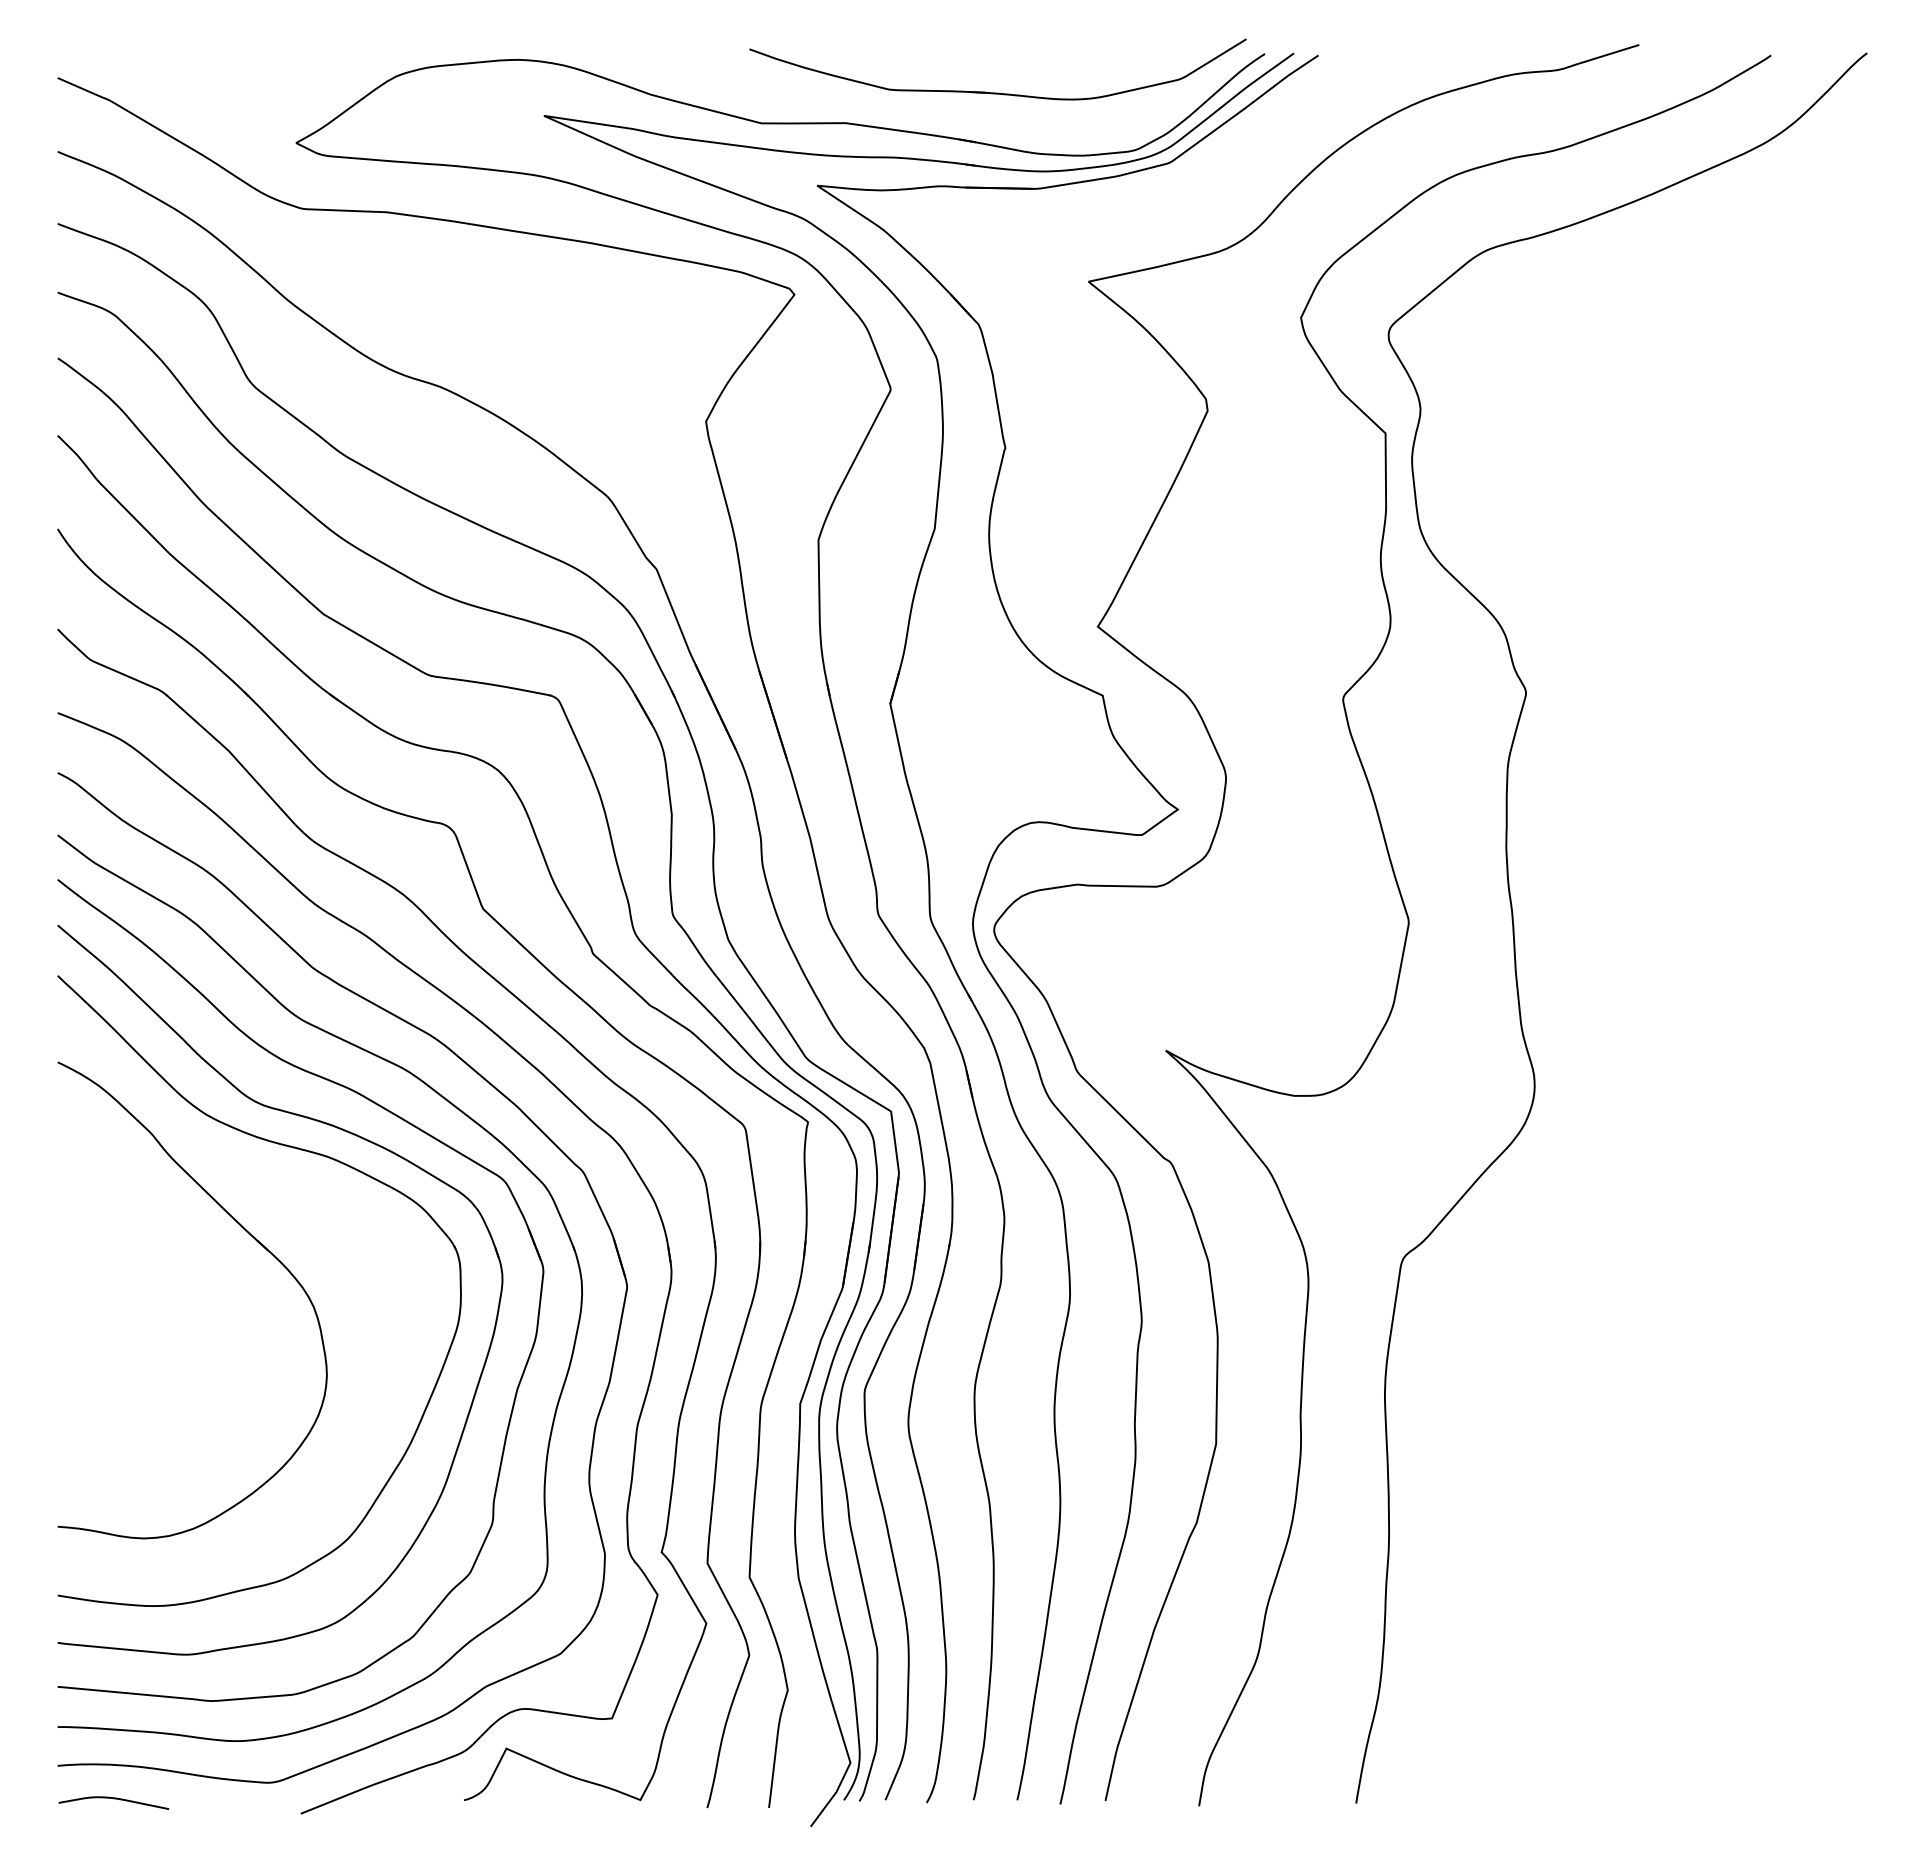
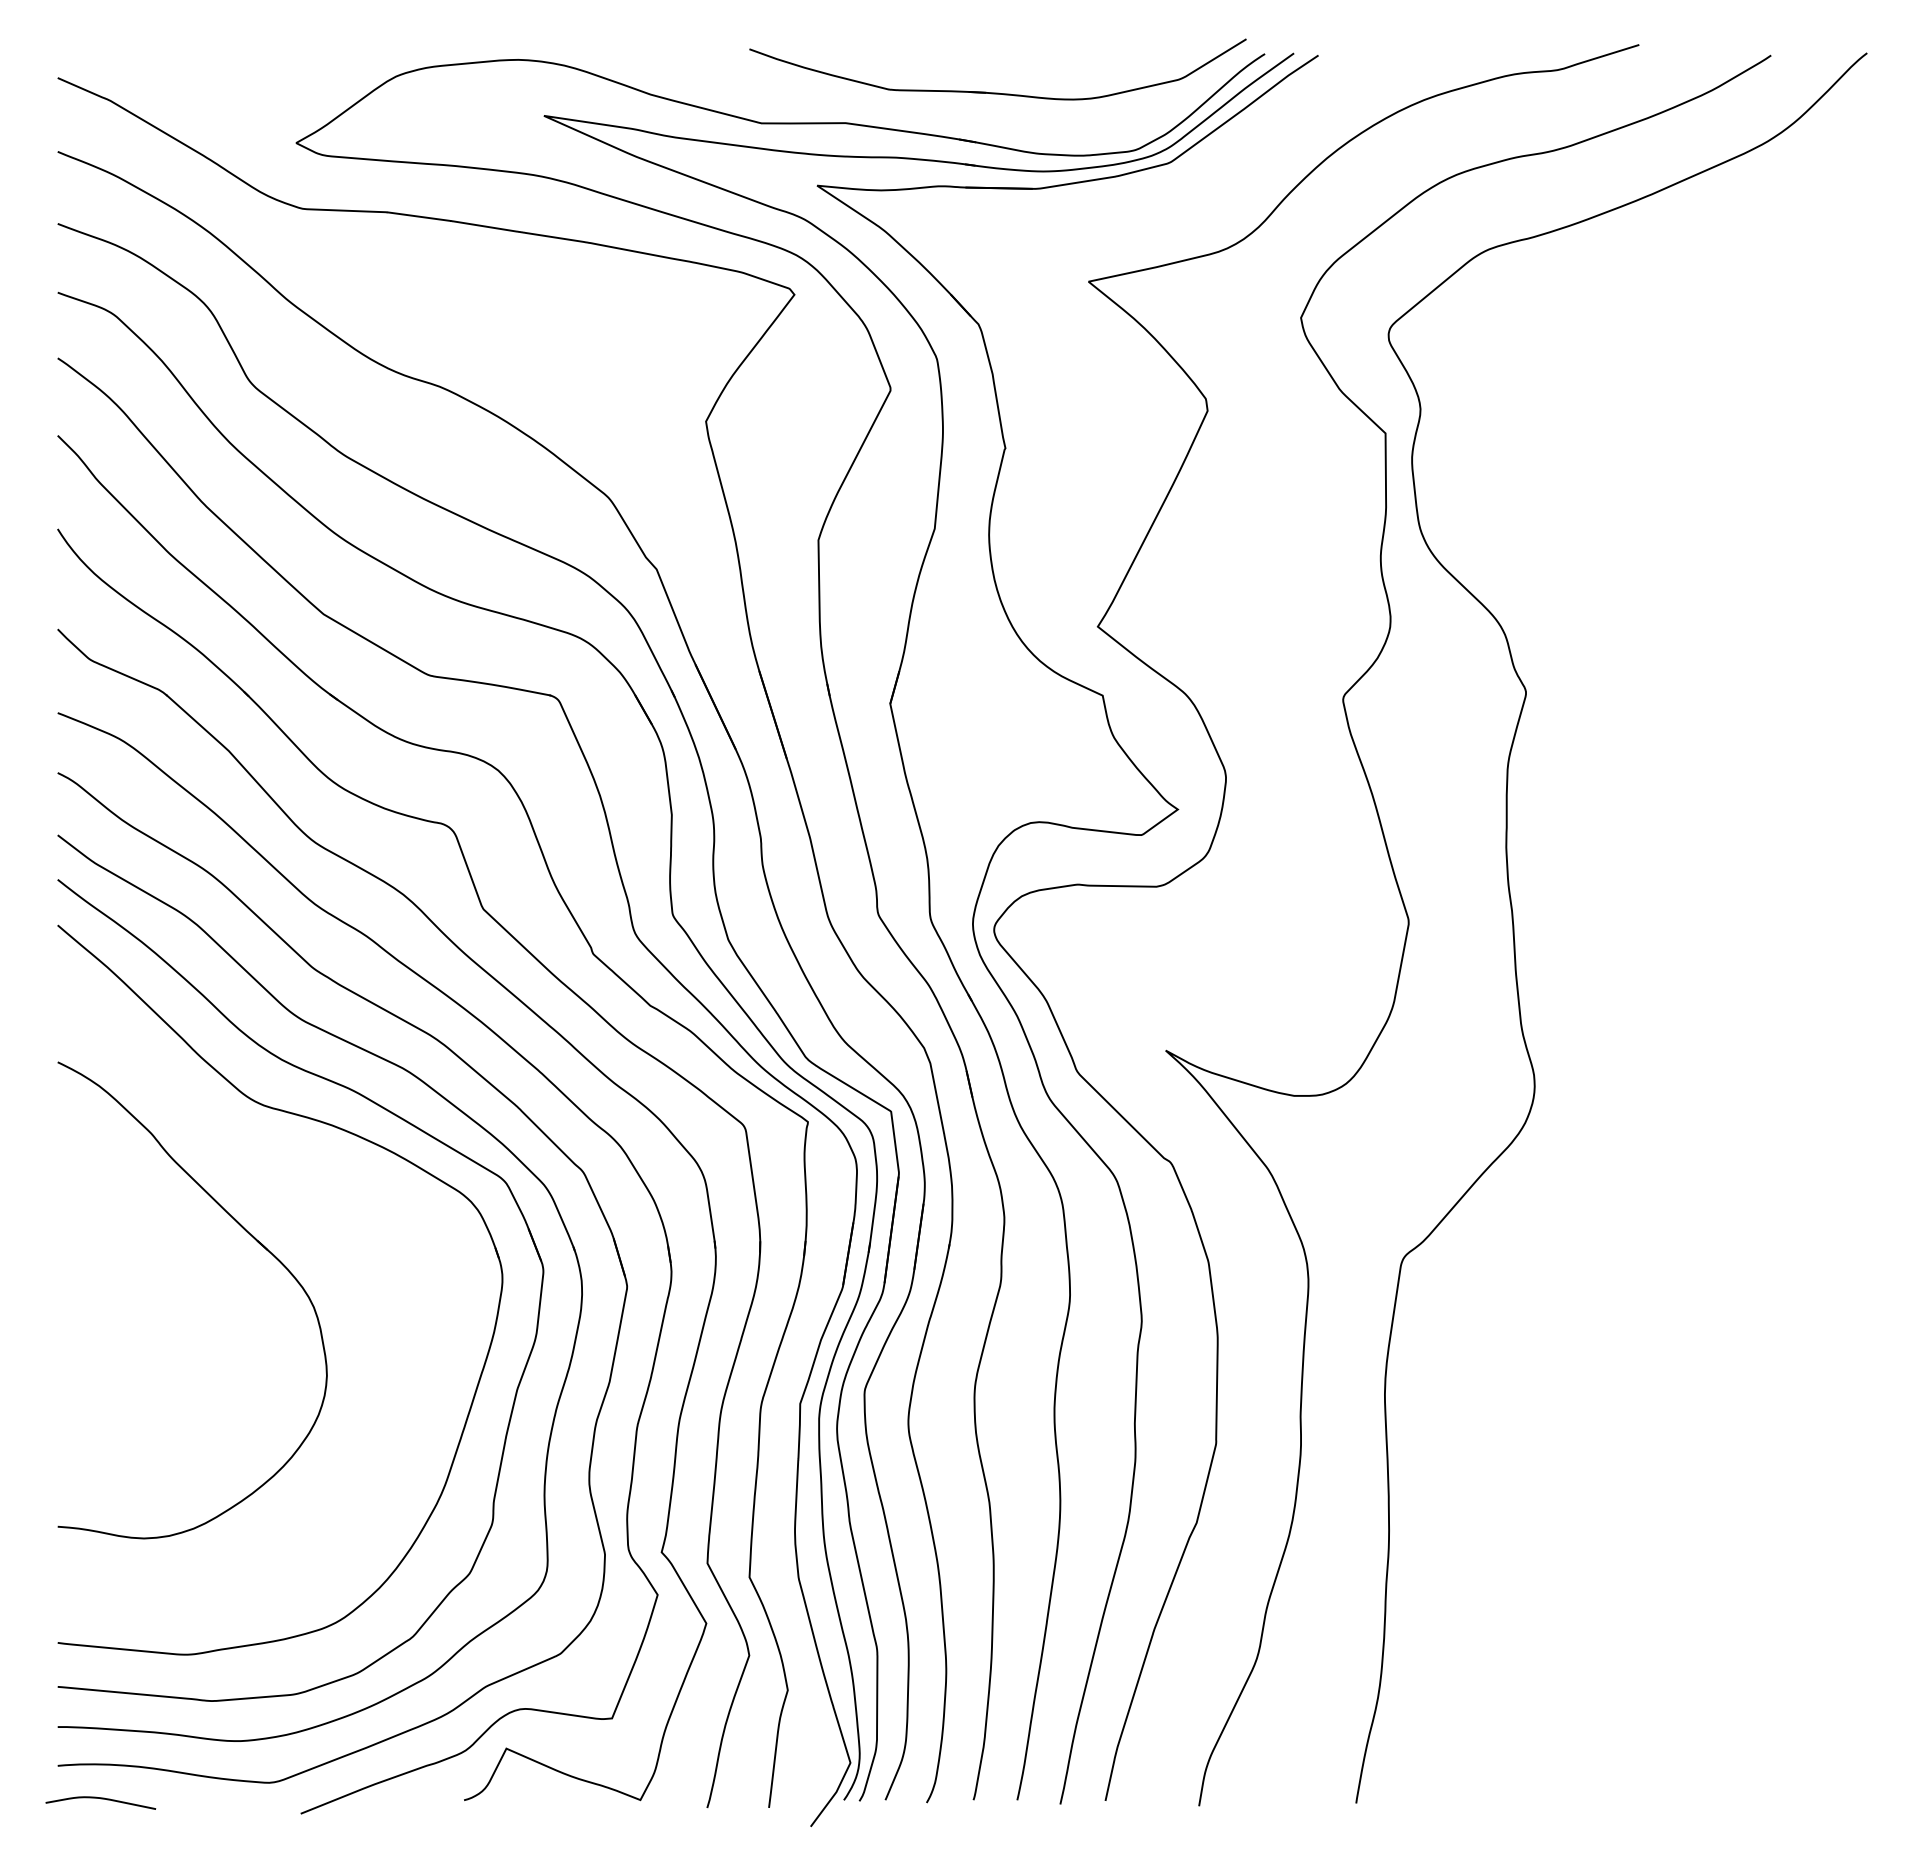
part at (300, 1150): present -> none
curve at (113, 1799) position: (113, 1799) -> (100, 1799)
